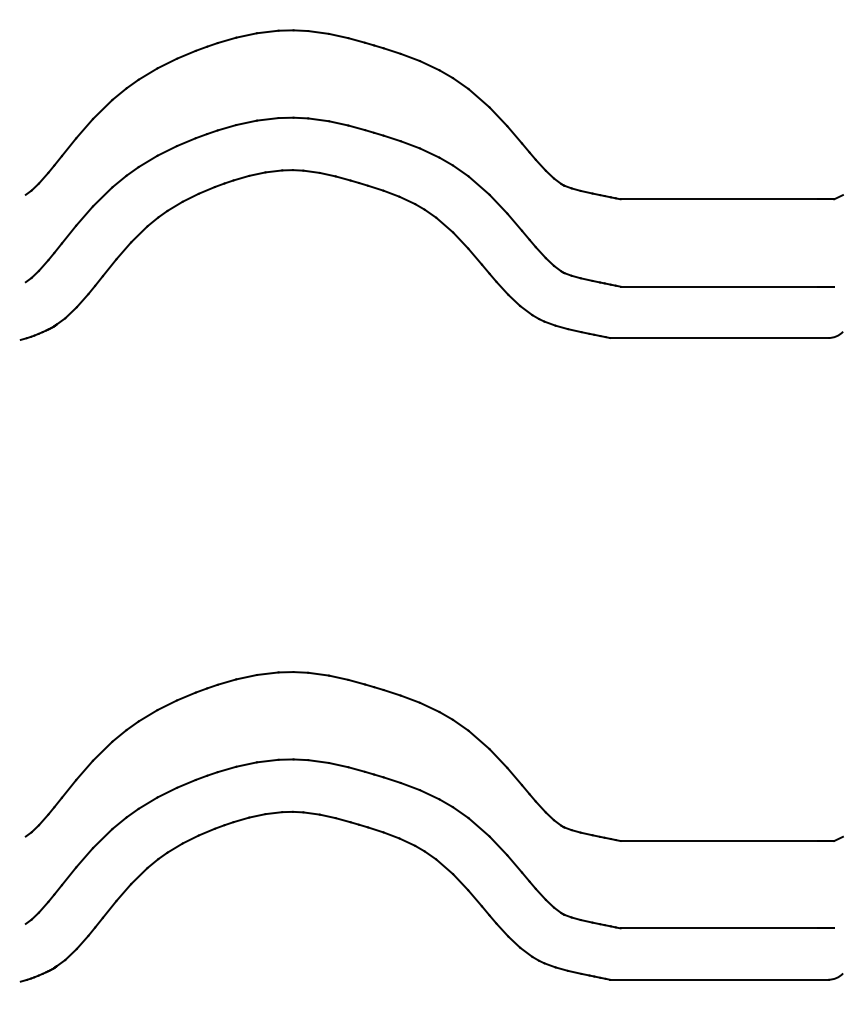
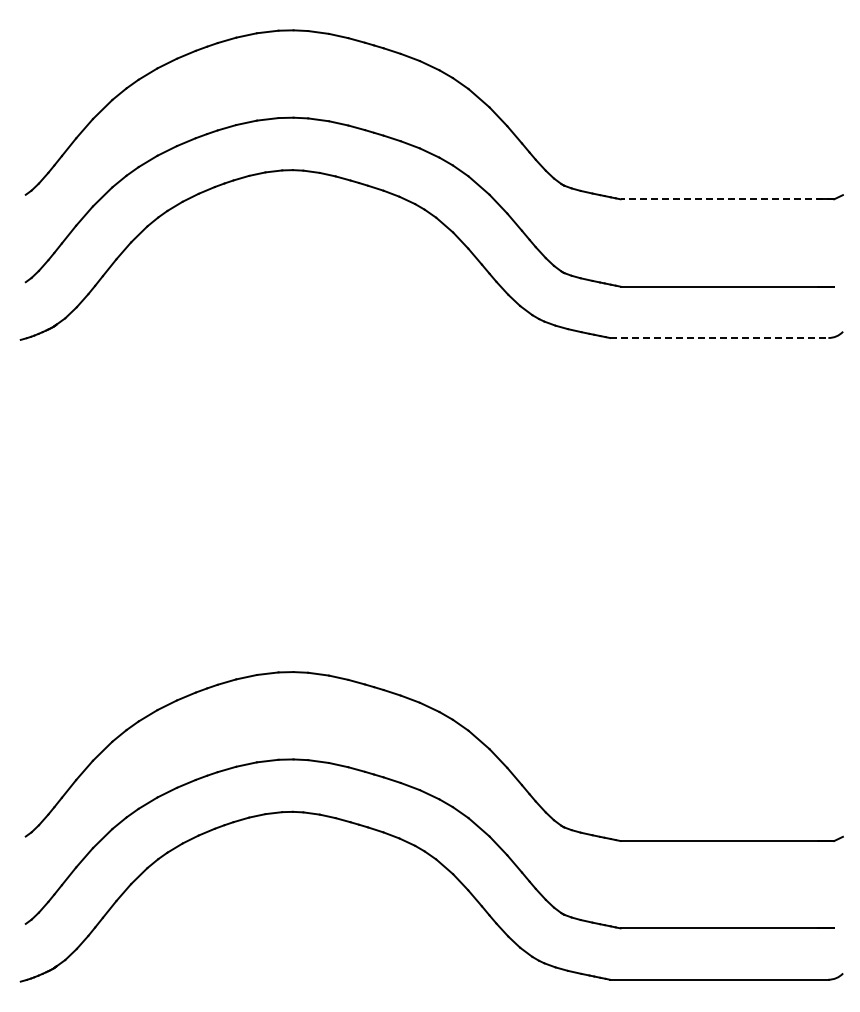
line at (727, 199): solid -> dashed
line at (720, 338): solid -> dashed
